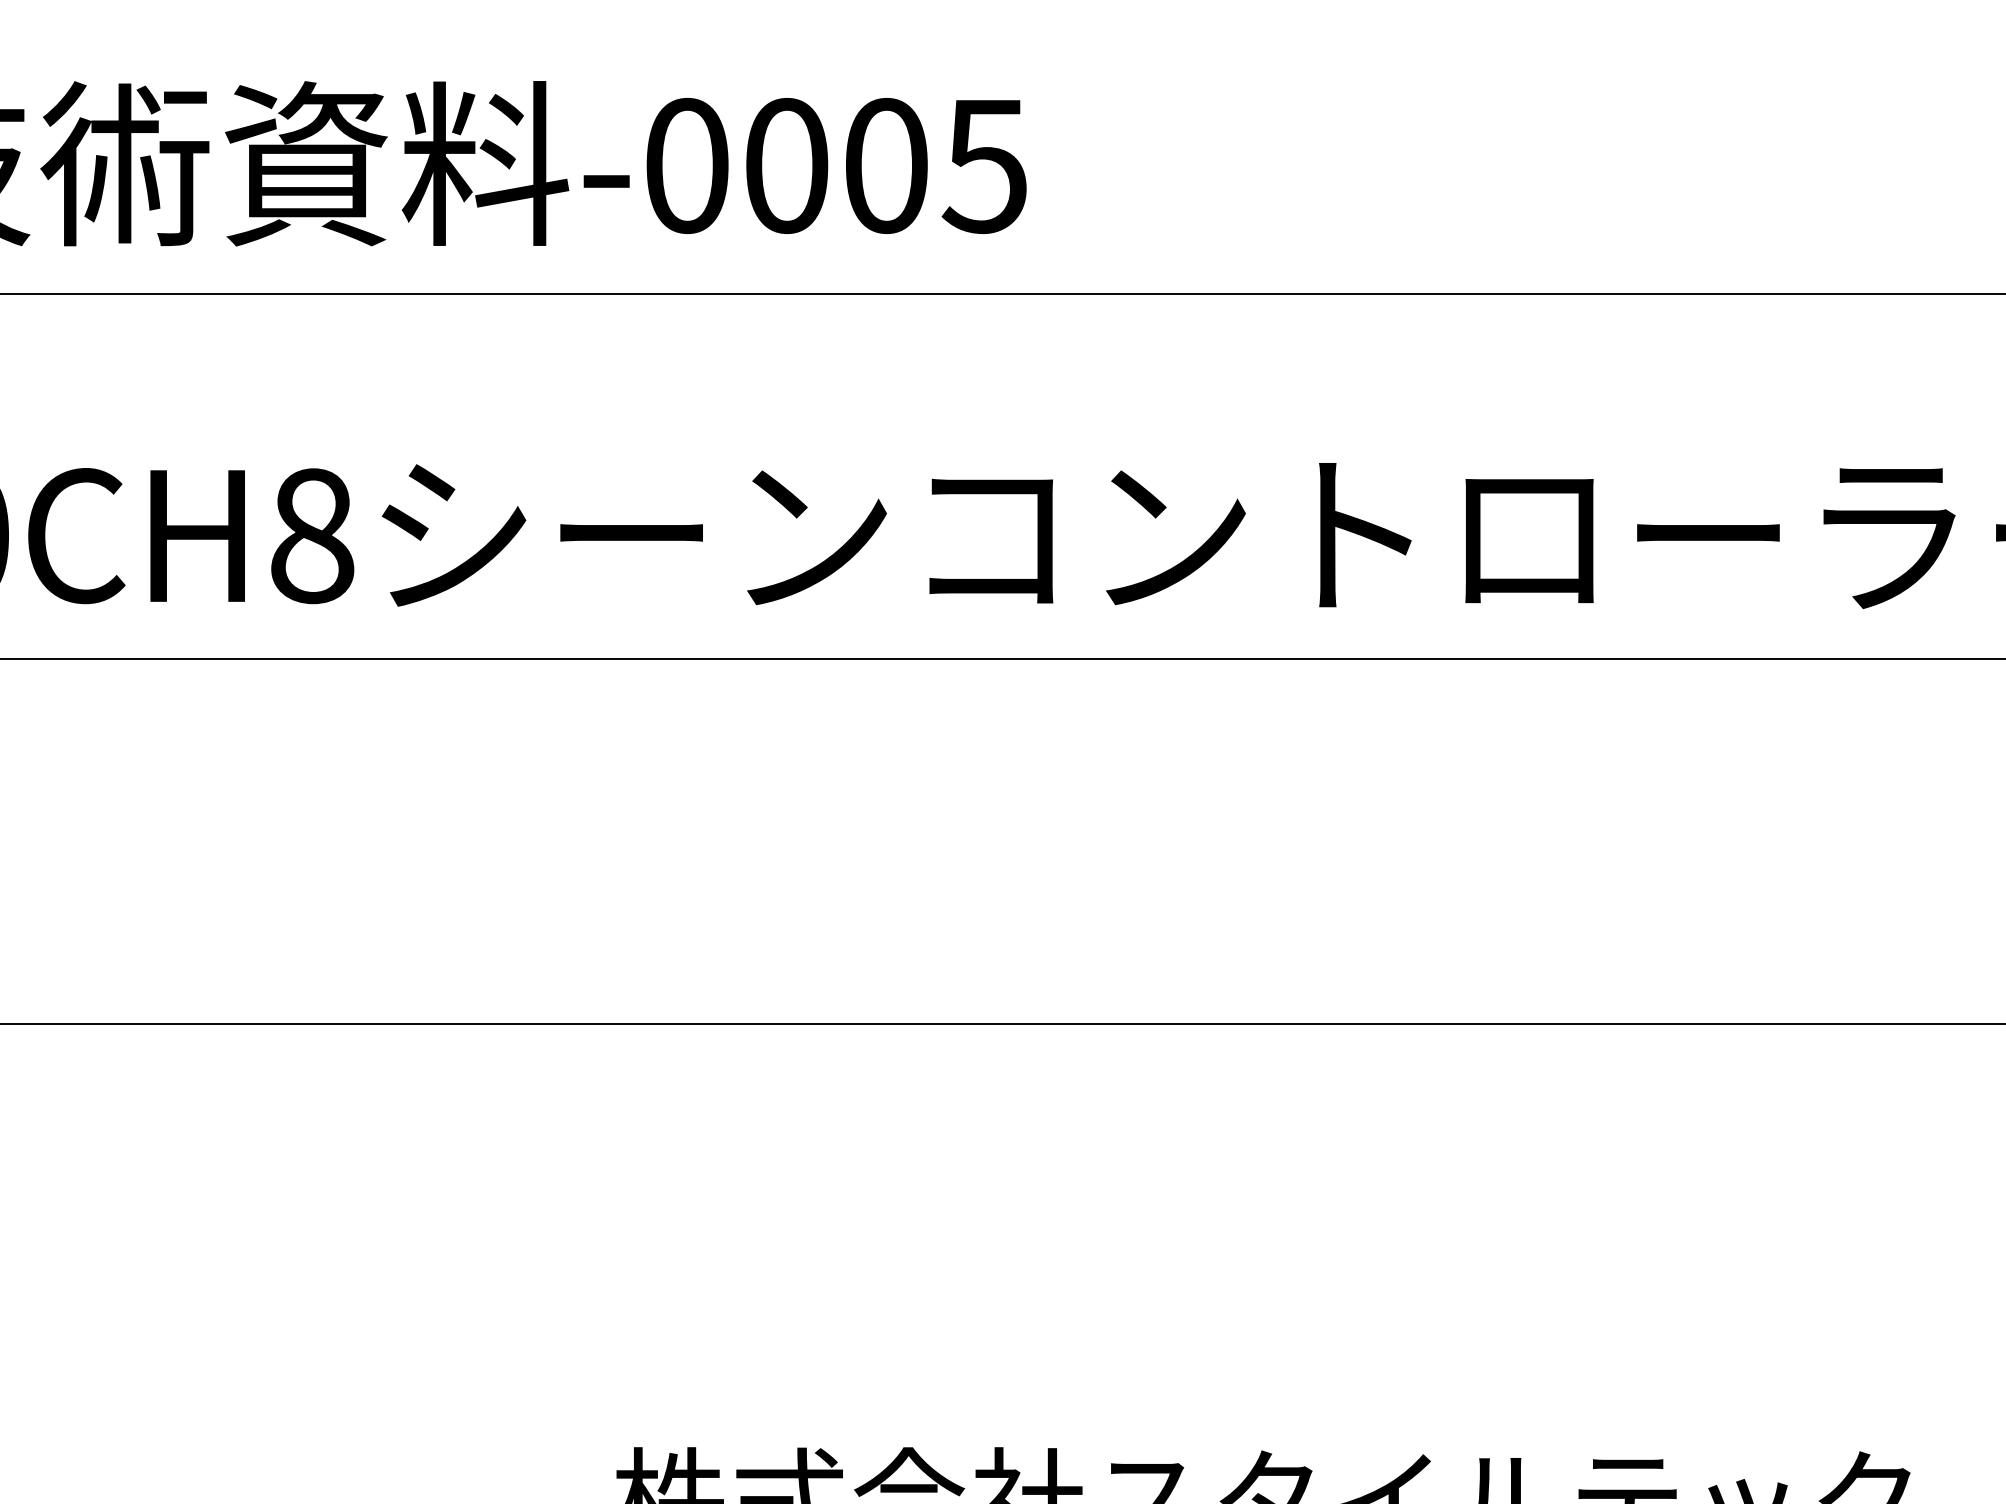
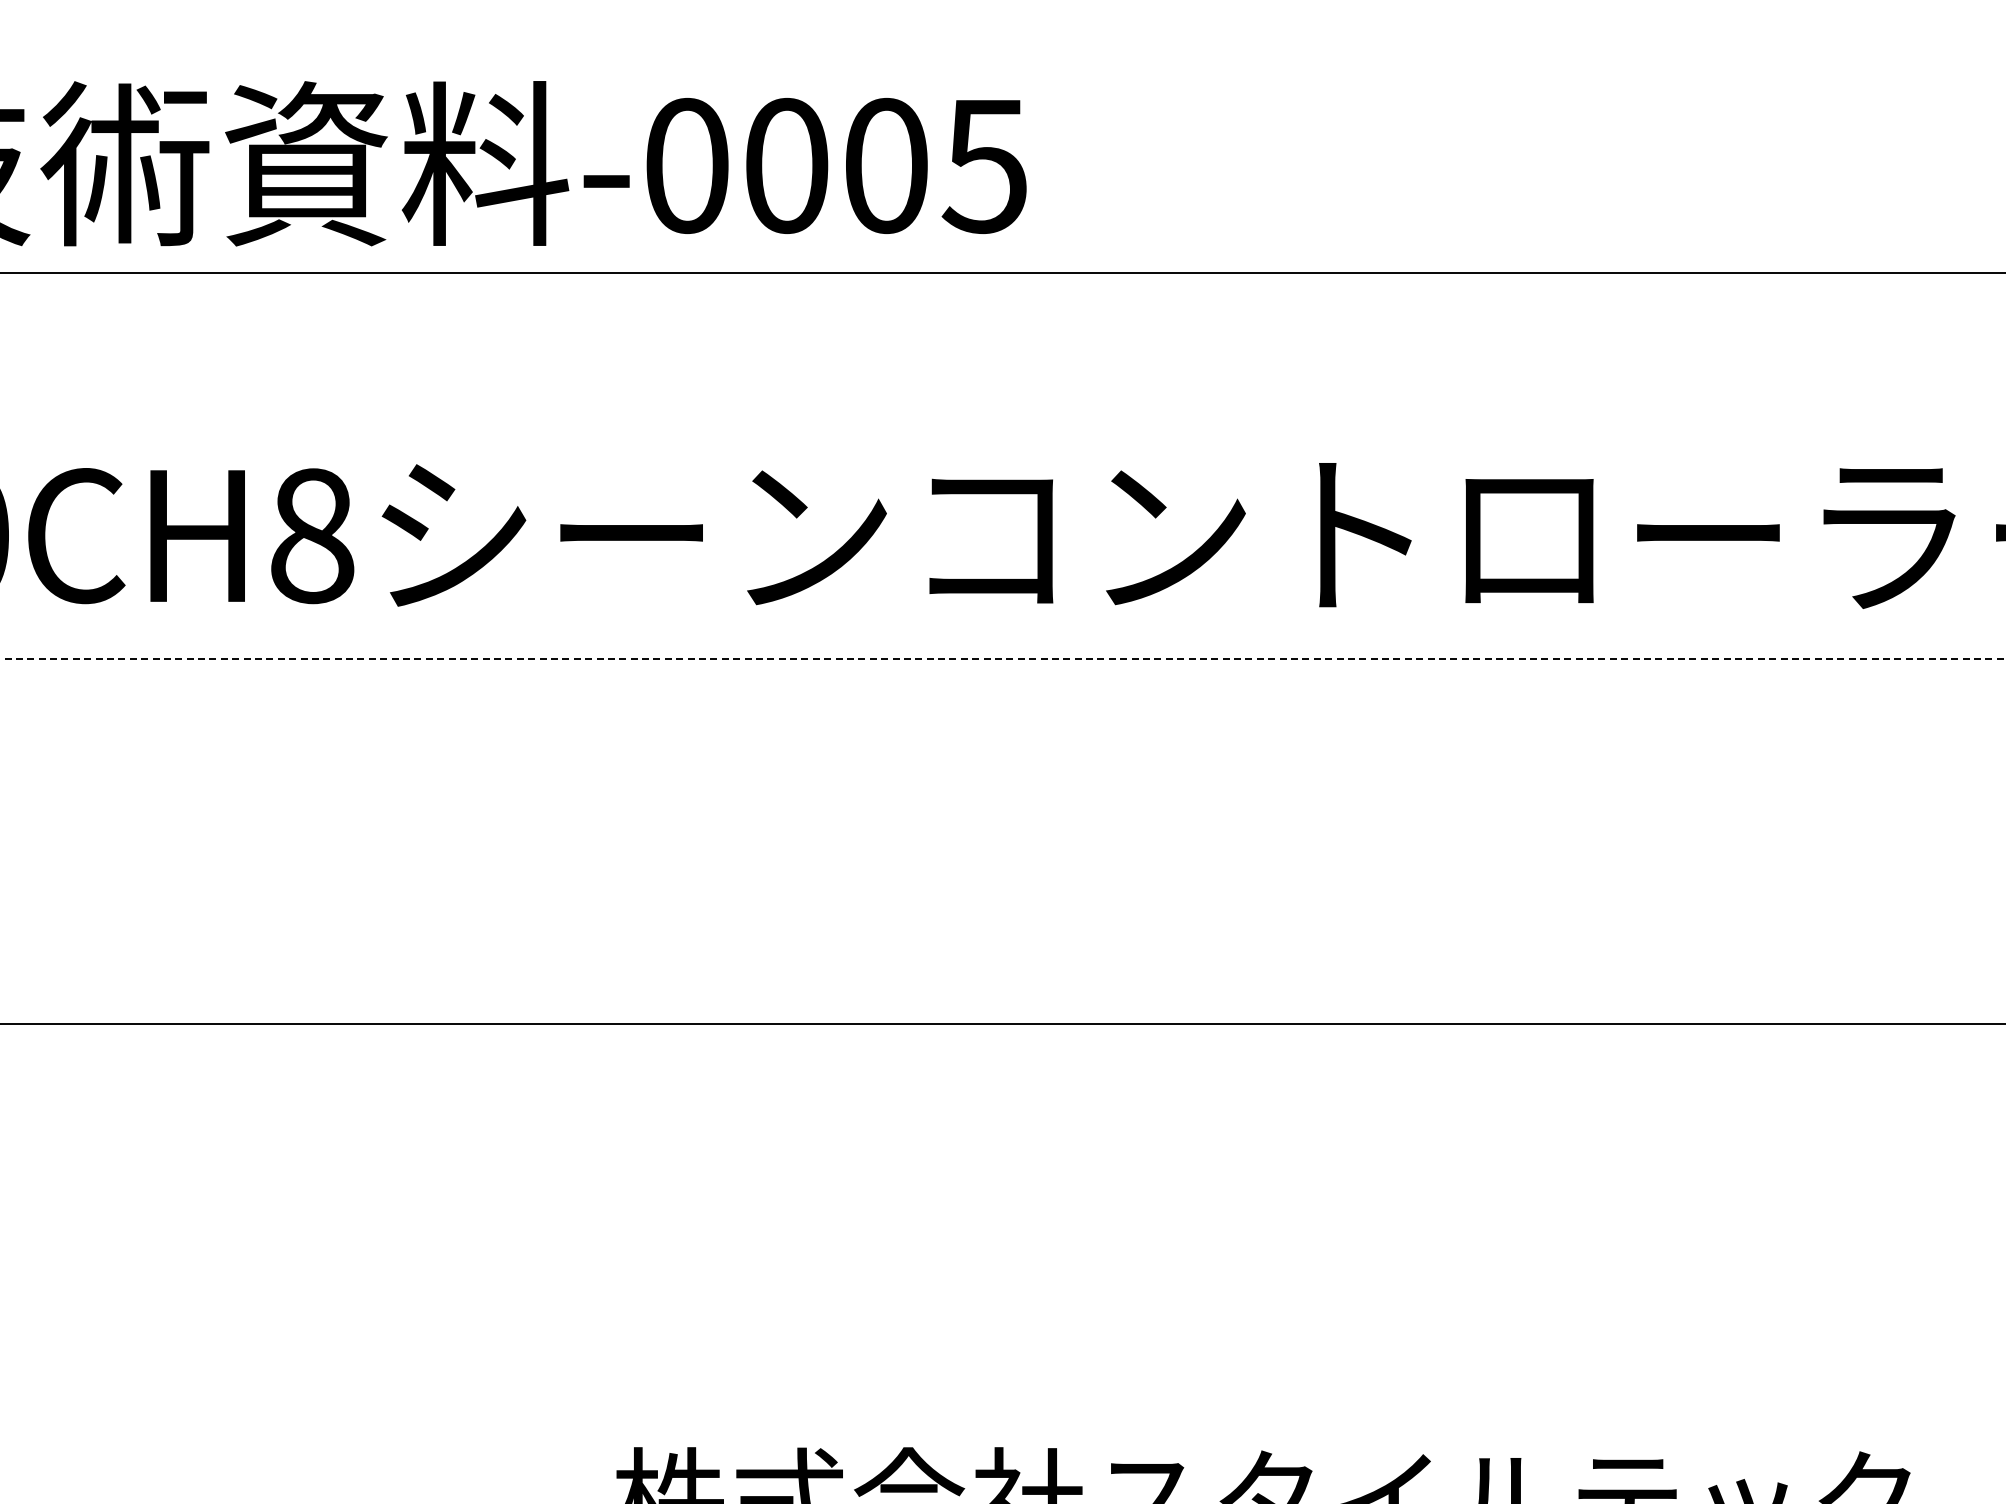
line at (1002, 293) position: (1002, 293) -> (1002, 272)
line at (1003, 658): solid -> dashed
